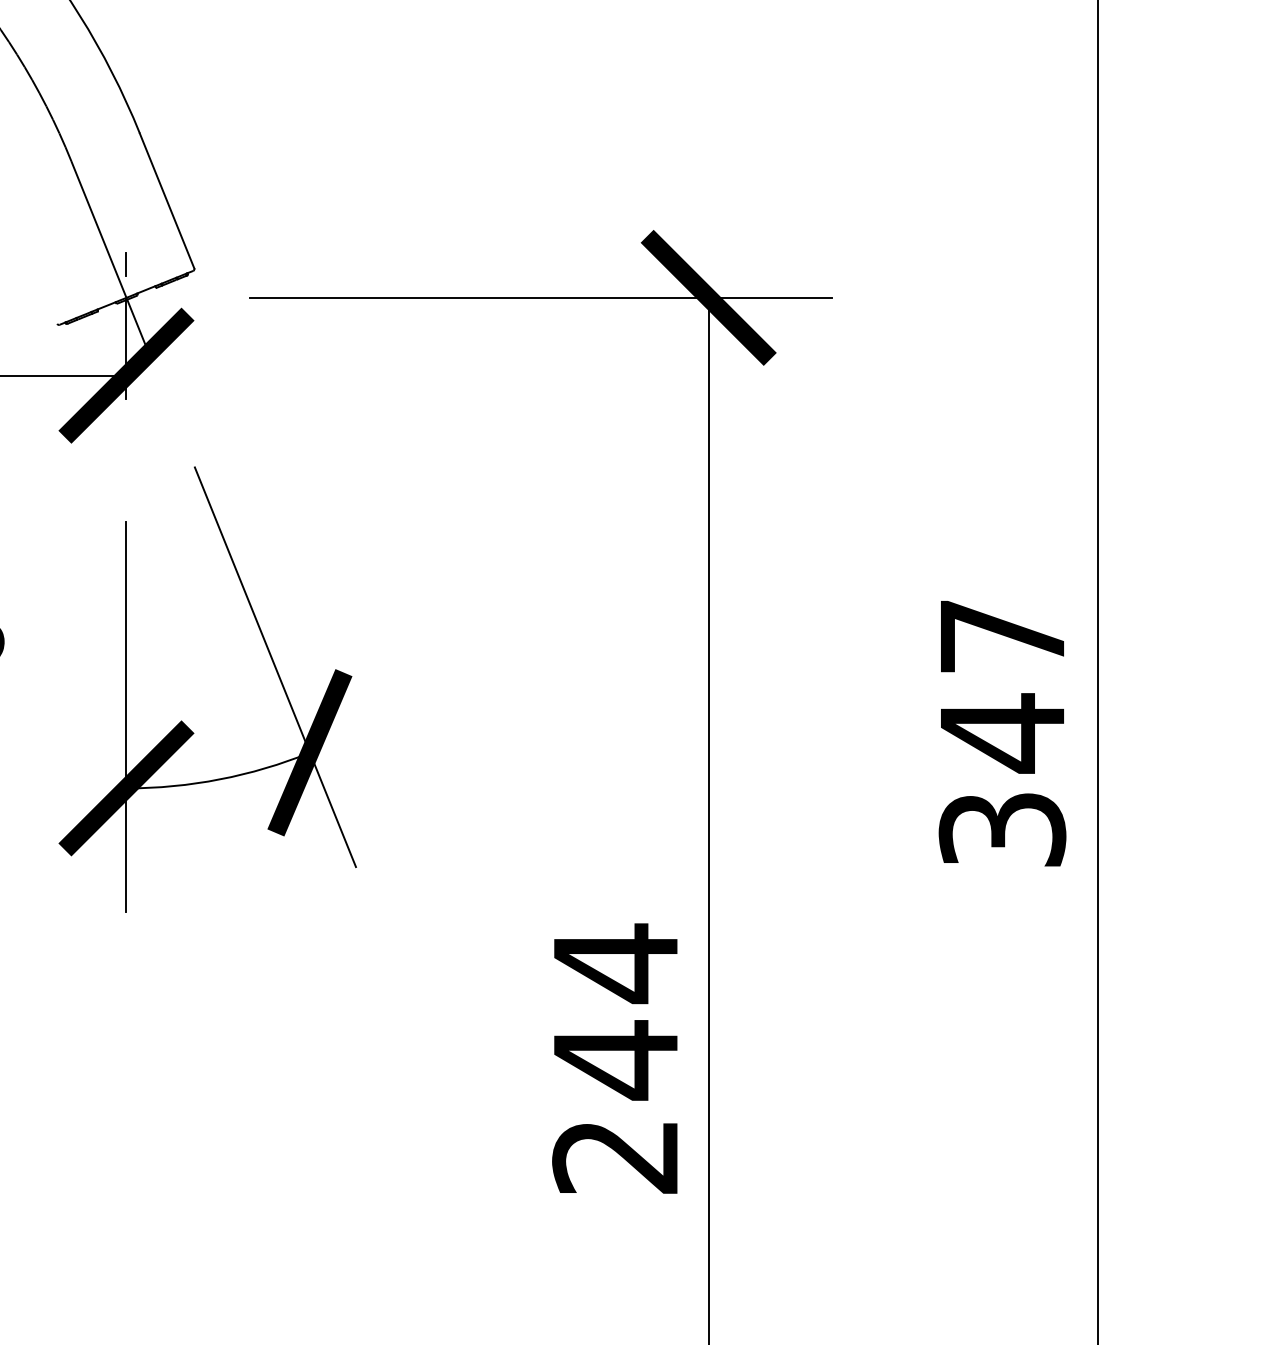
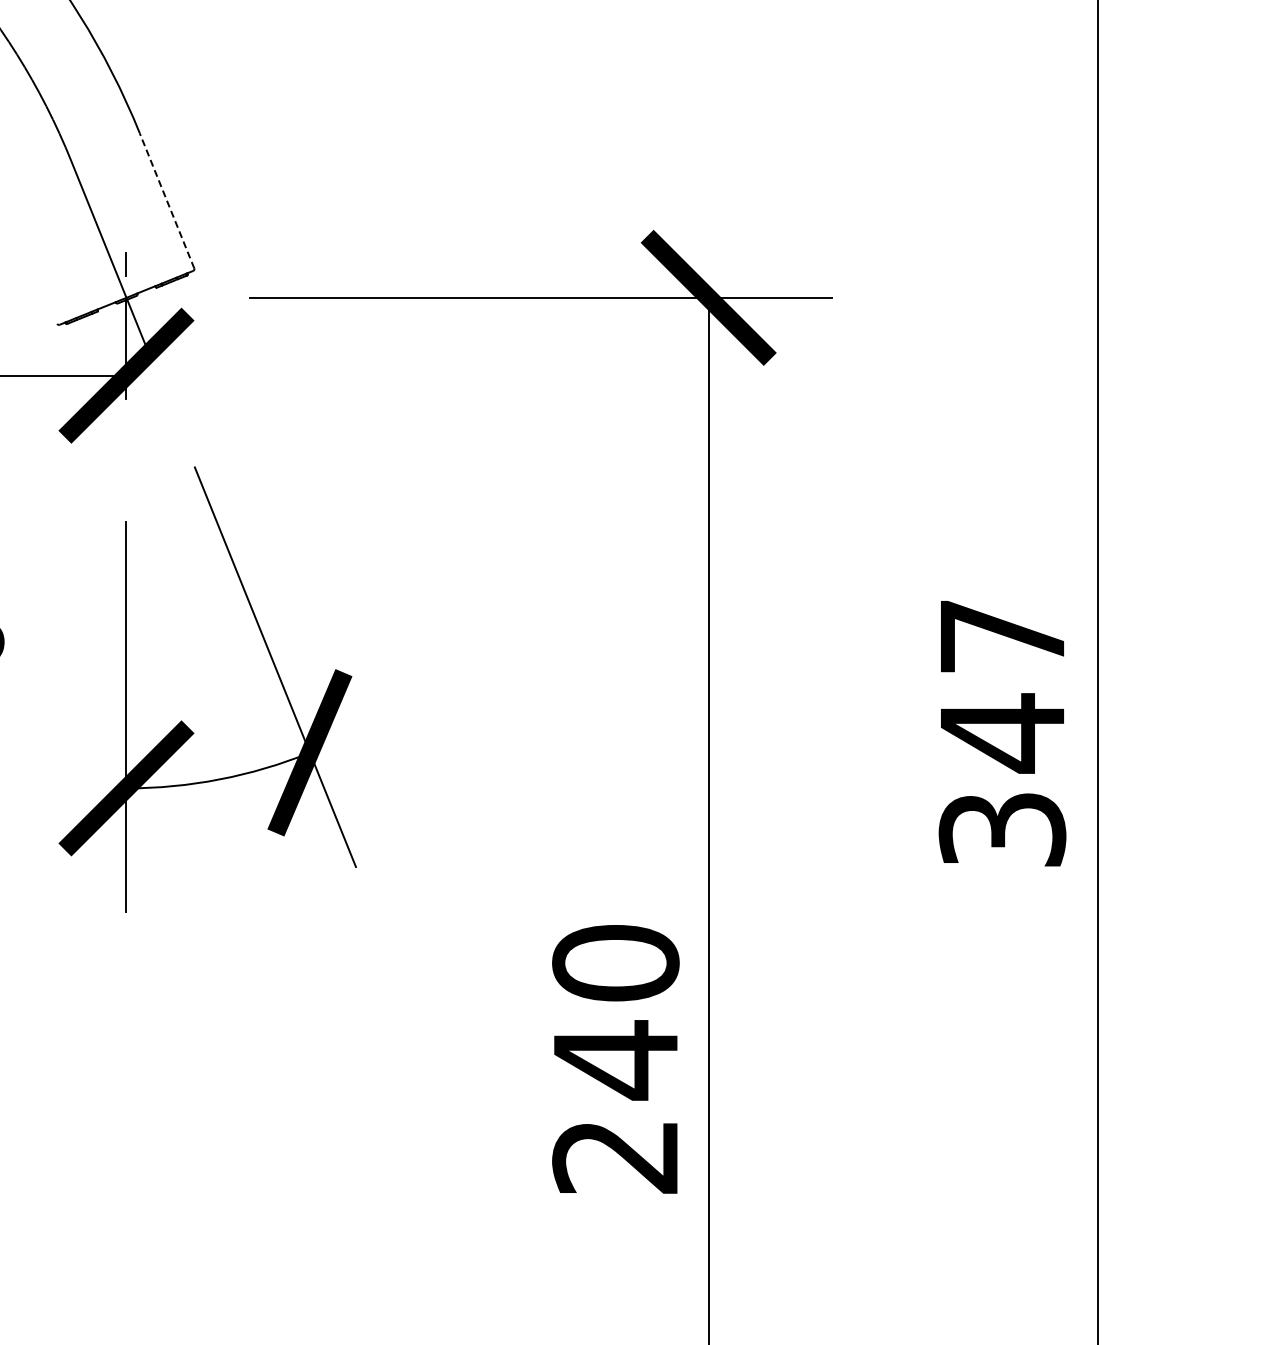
line at (167, 201): solid -> dashed
text at (615, 963): 244 -> 240
